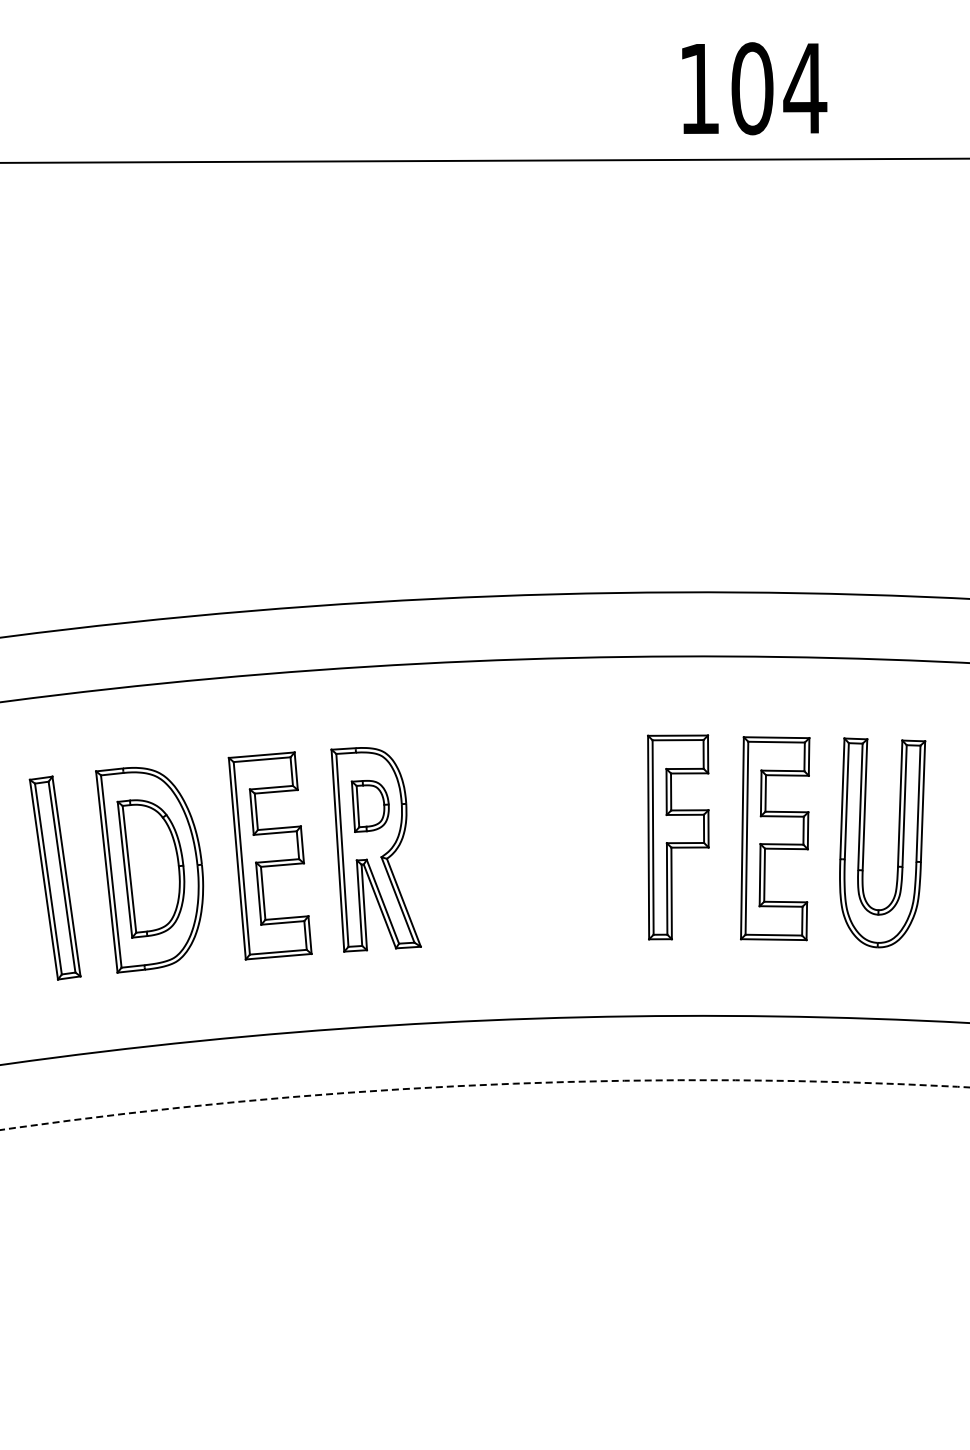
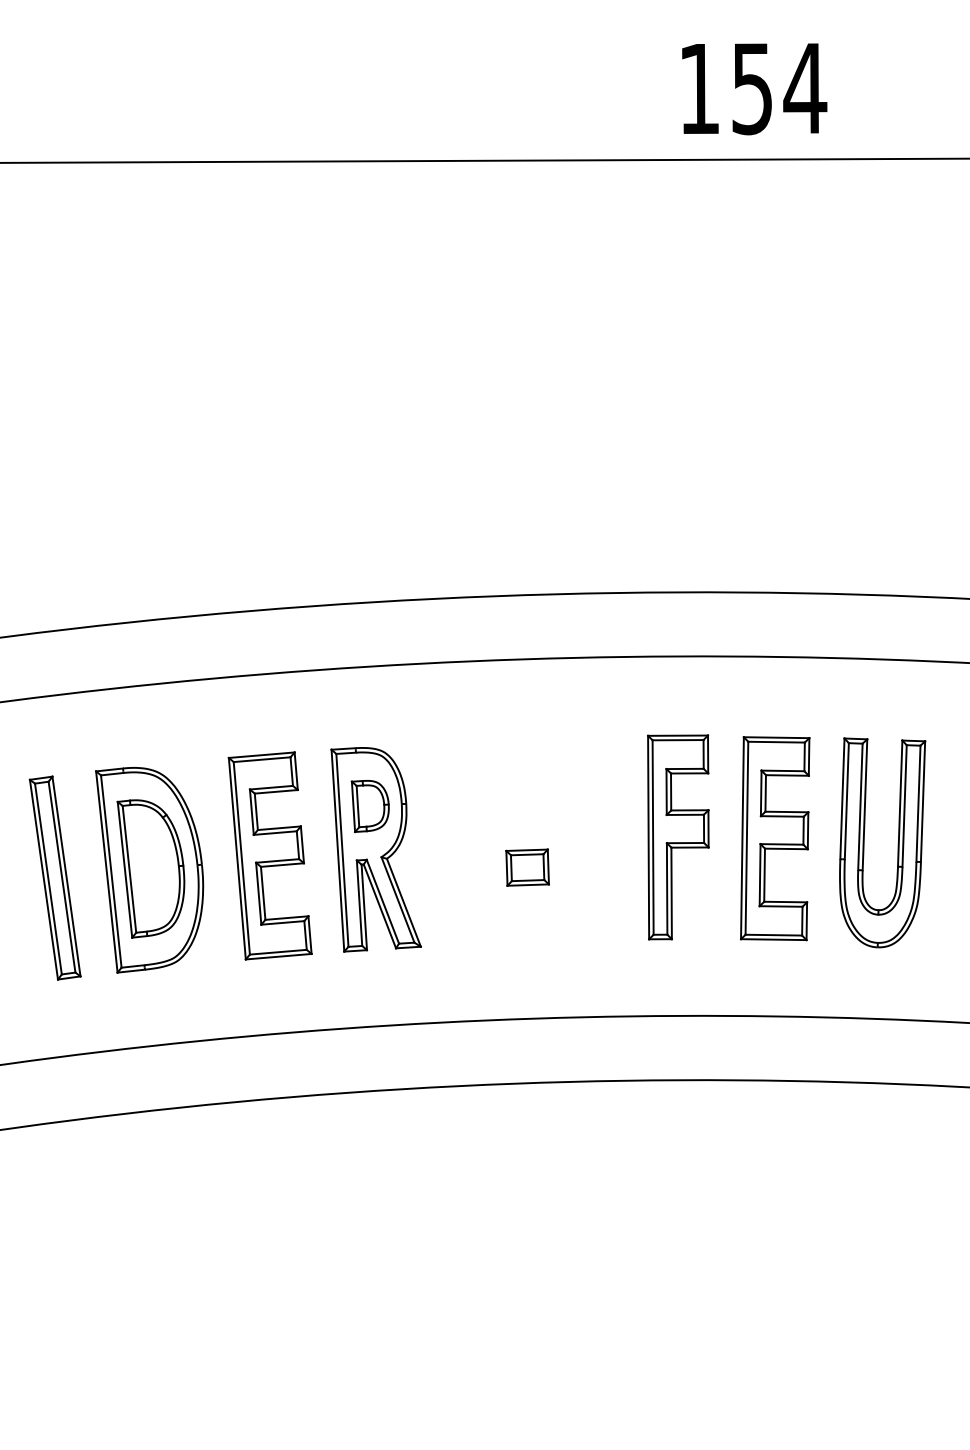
text at (752, 88): 104 -> 154
part at (527, 867): none -> present
arc at (483, 1085): dashed -> solid
